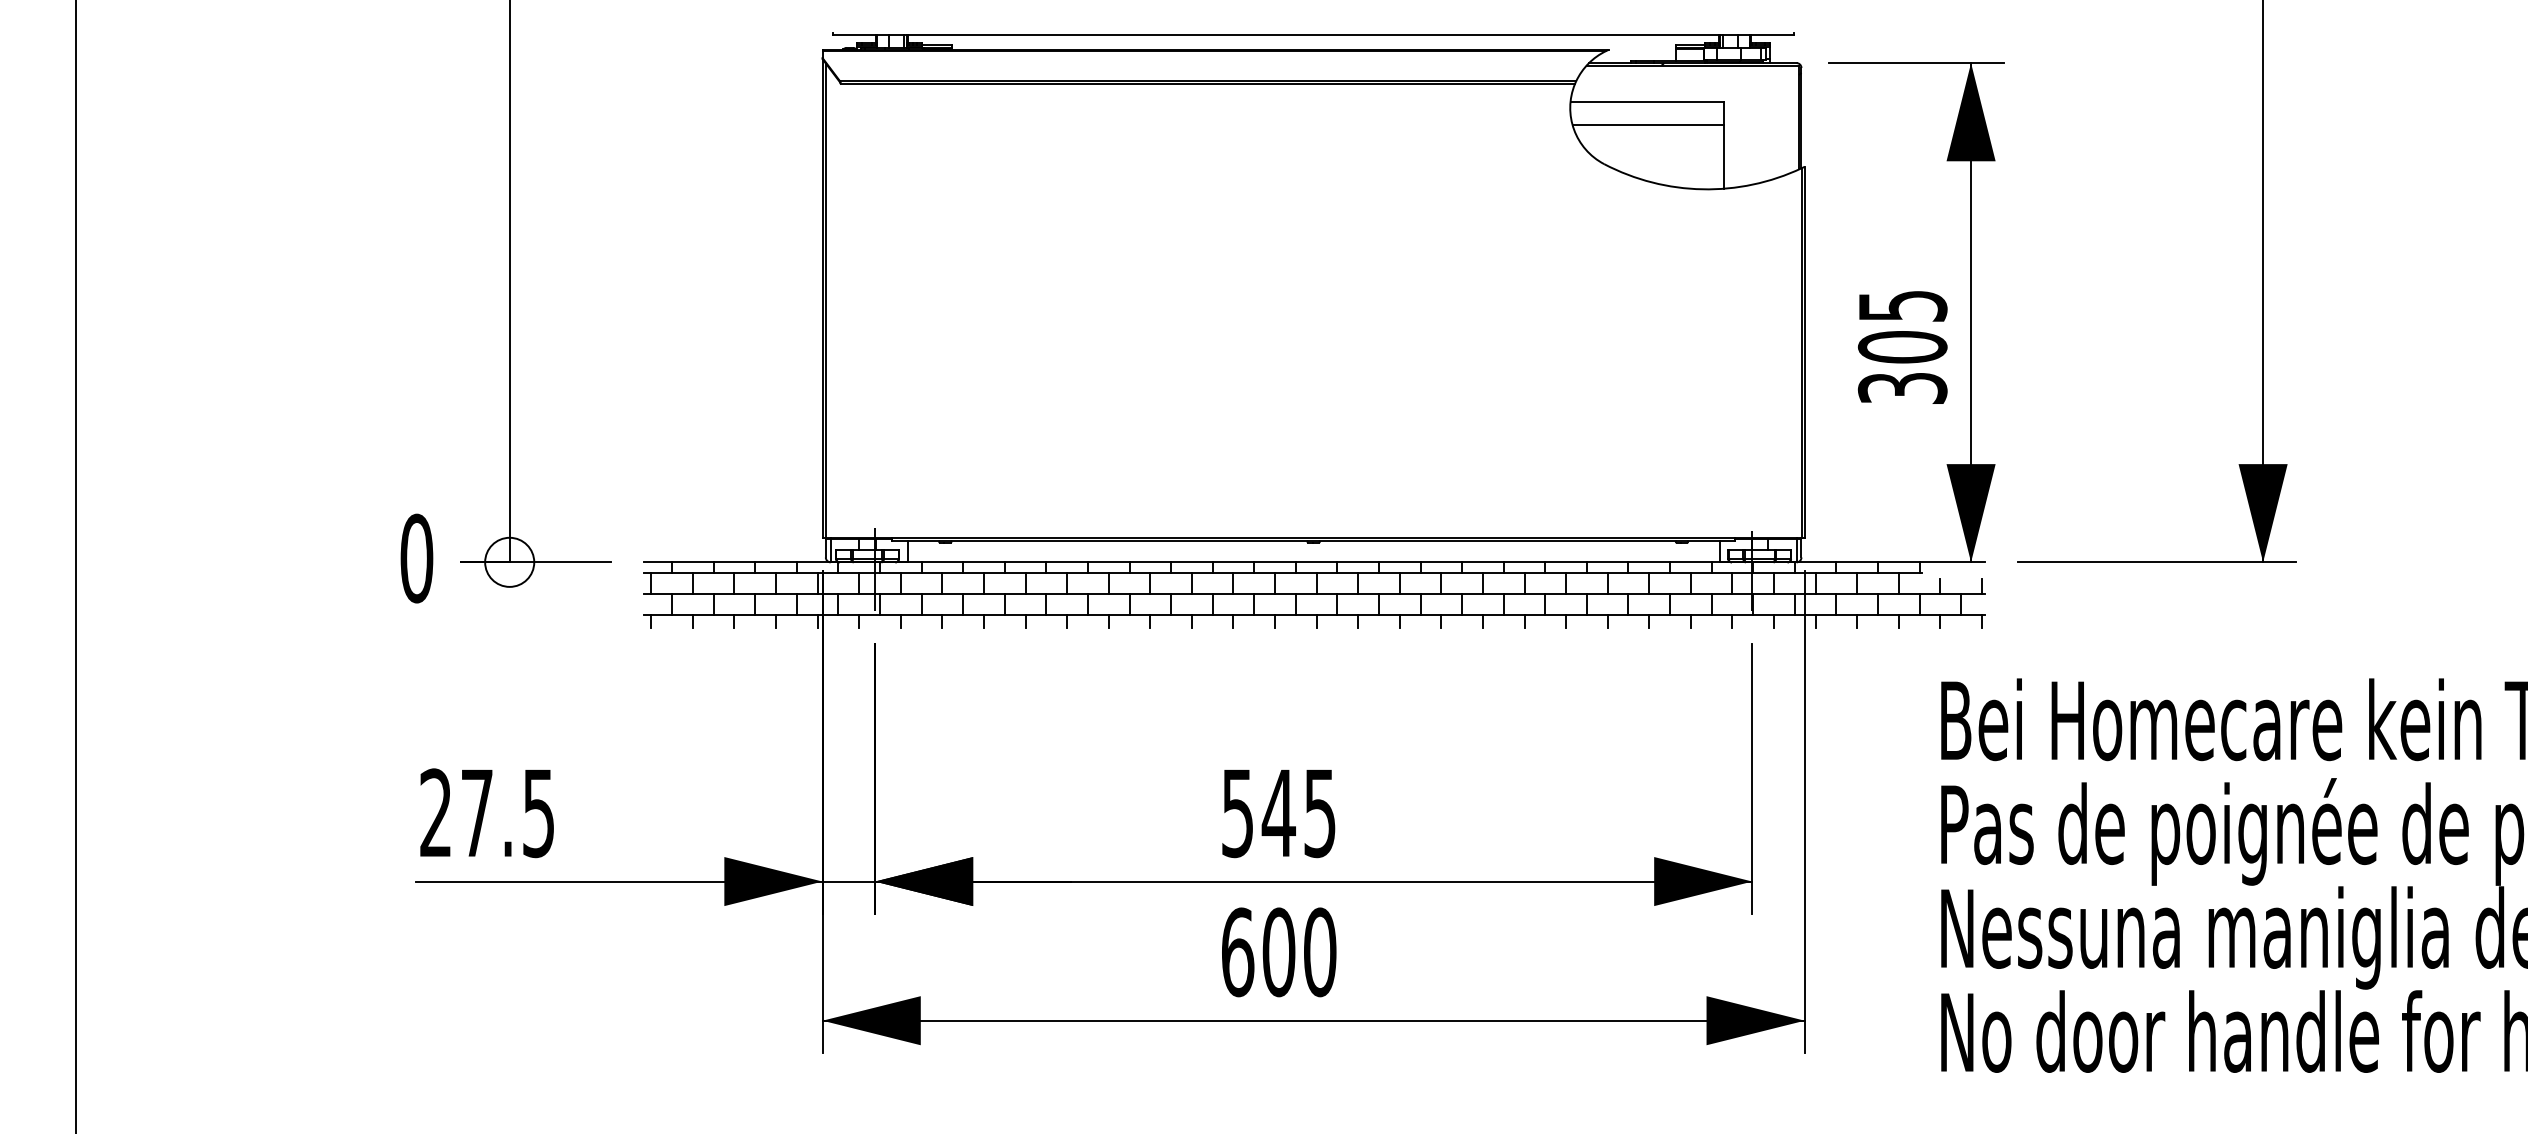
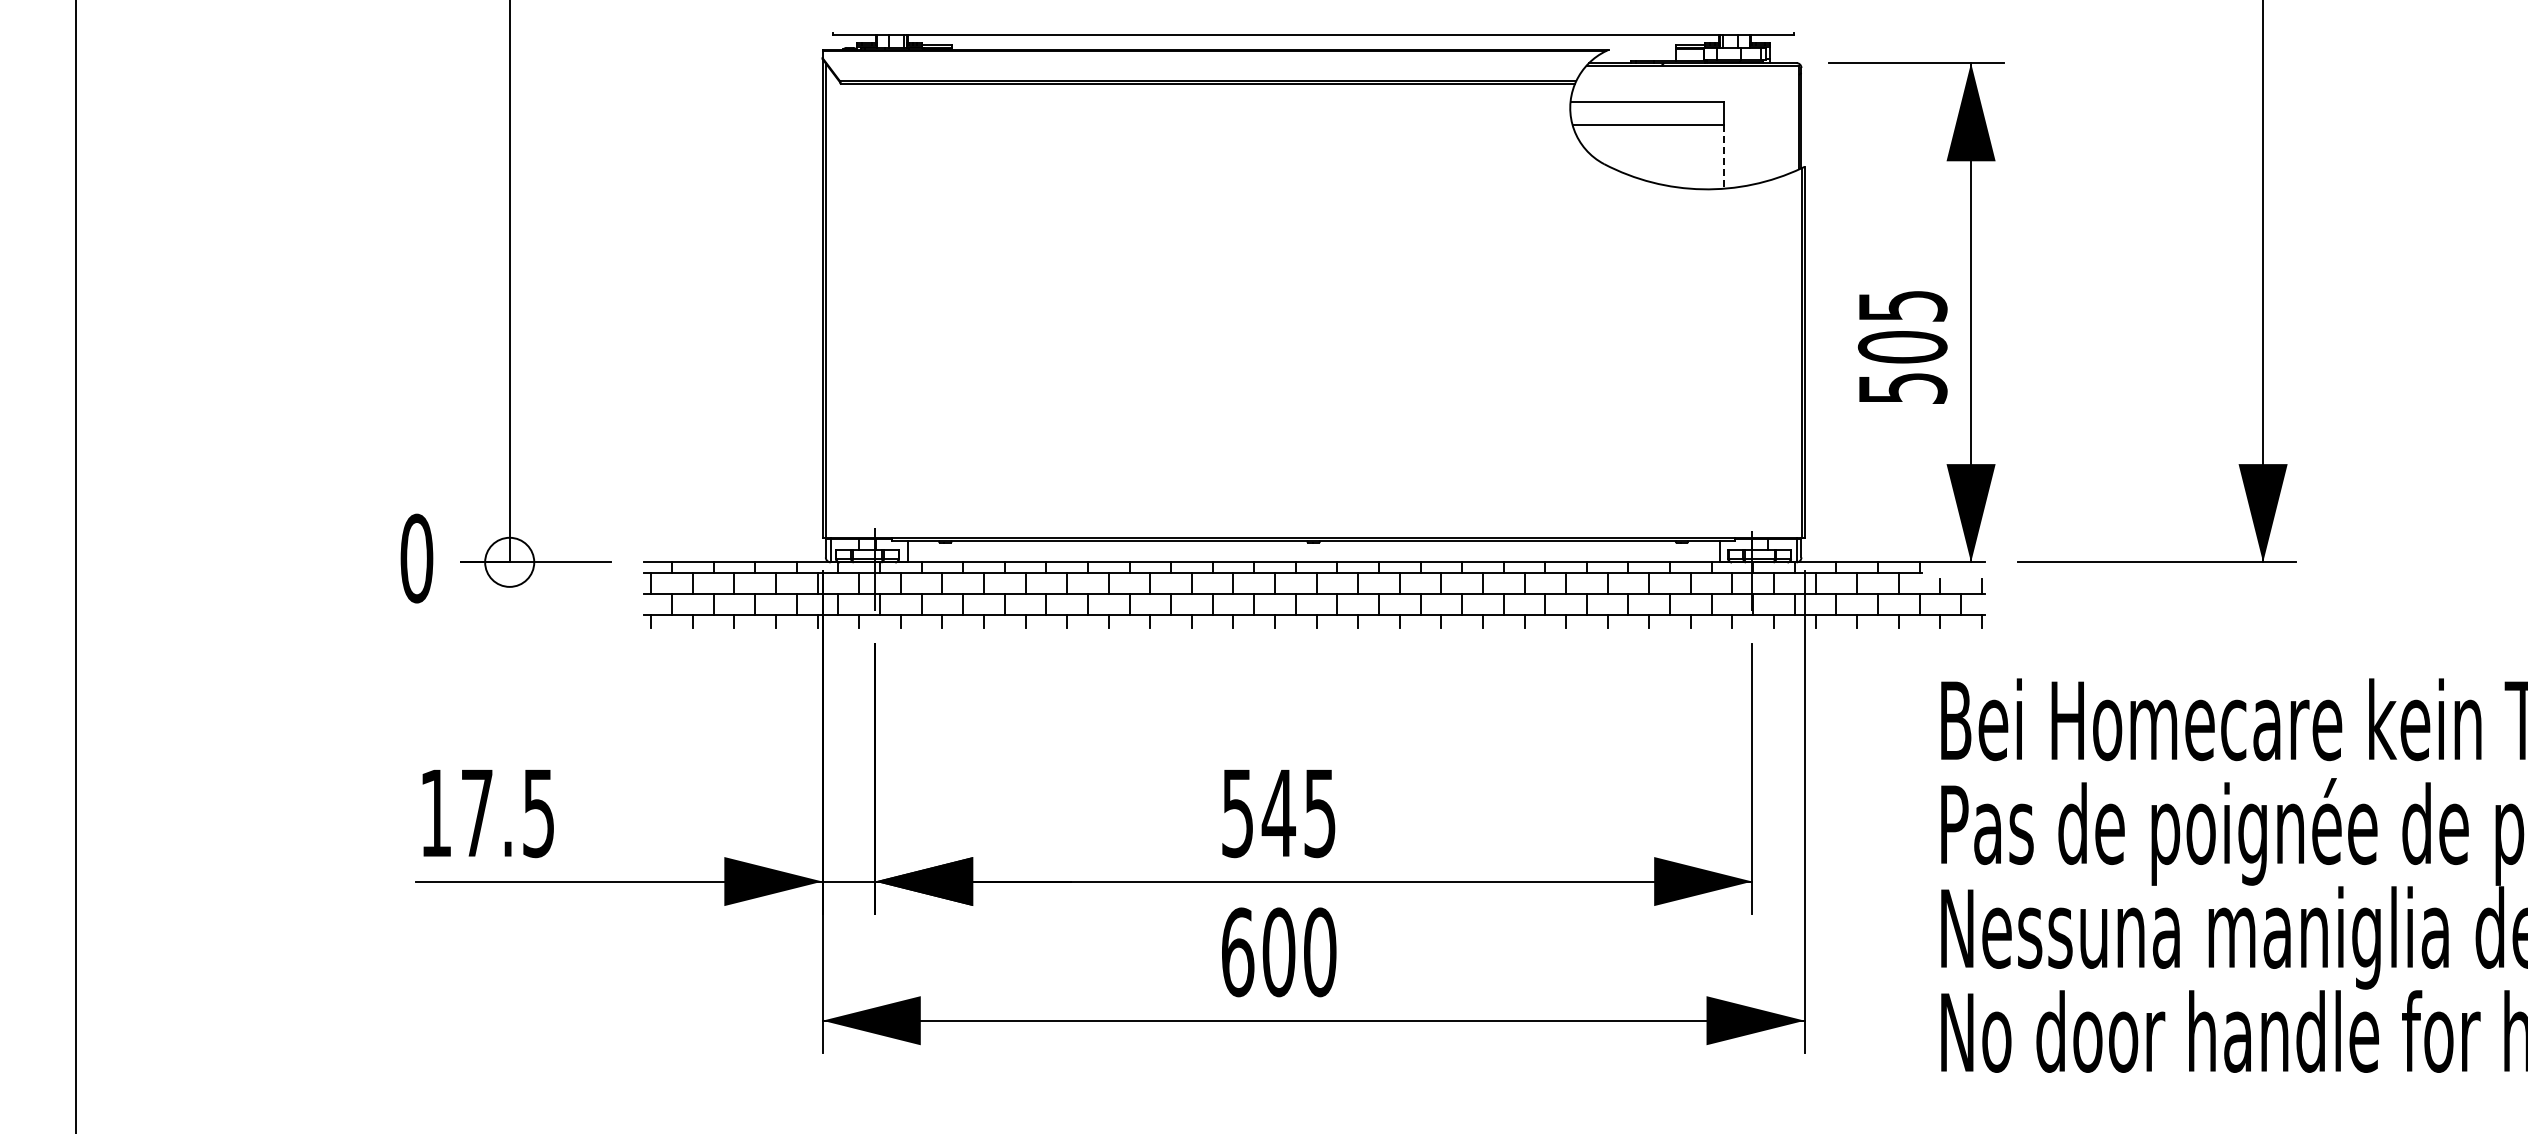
line at (1723, 157): solid -> dashed
text at (1902, 388): 305 -> 505
text at (435, 812): 27.5 -> 17.5
